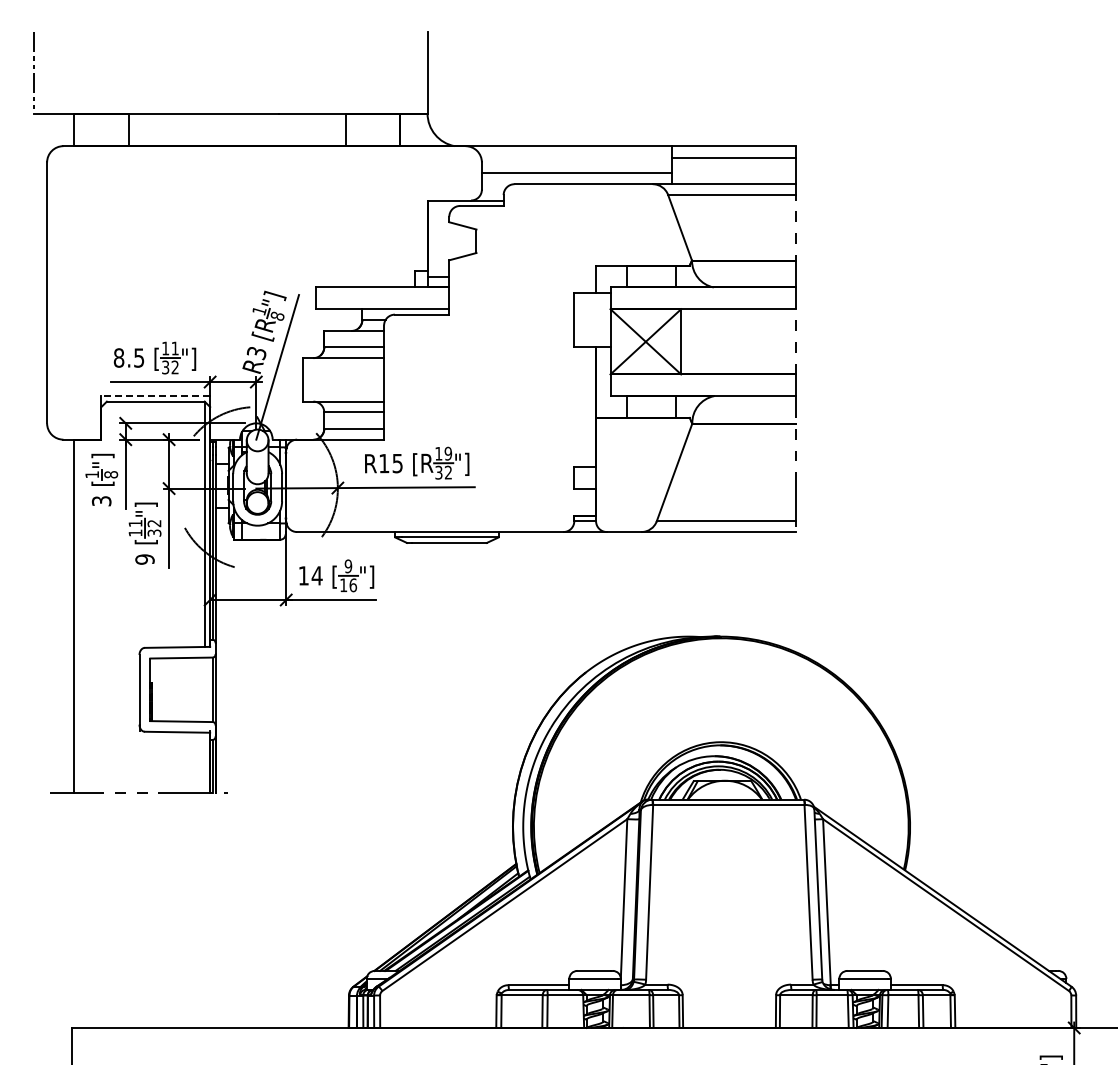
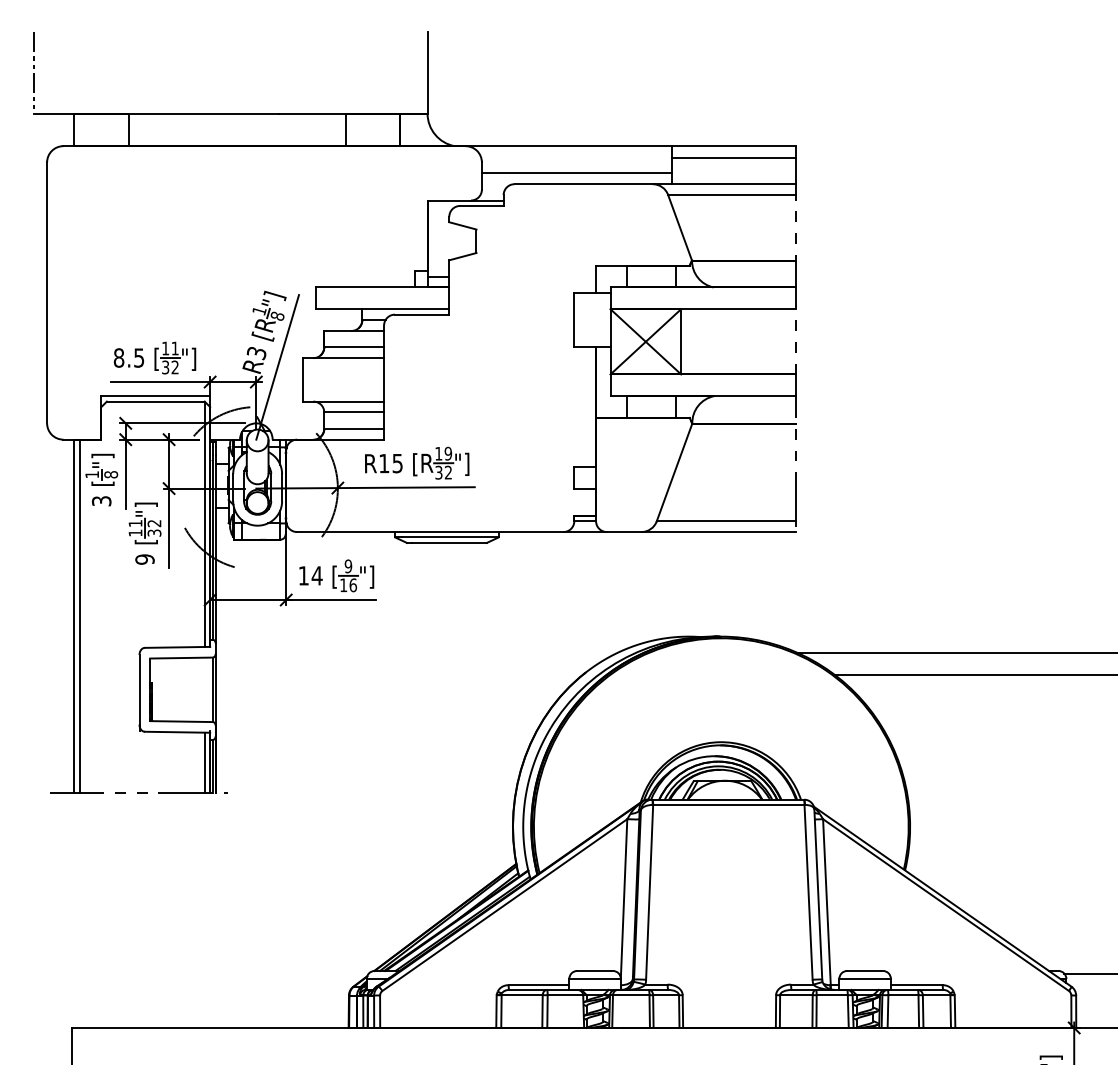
line at (155, 396): dashed -> solid
line at (79, 616): none -> present
line at (955, 653): none -> present
line at (974, 674): none -> present
line at (204, 762): none -> present
line at (1089, 973): none -> present
